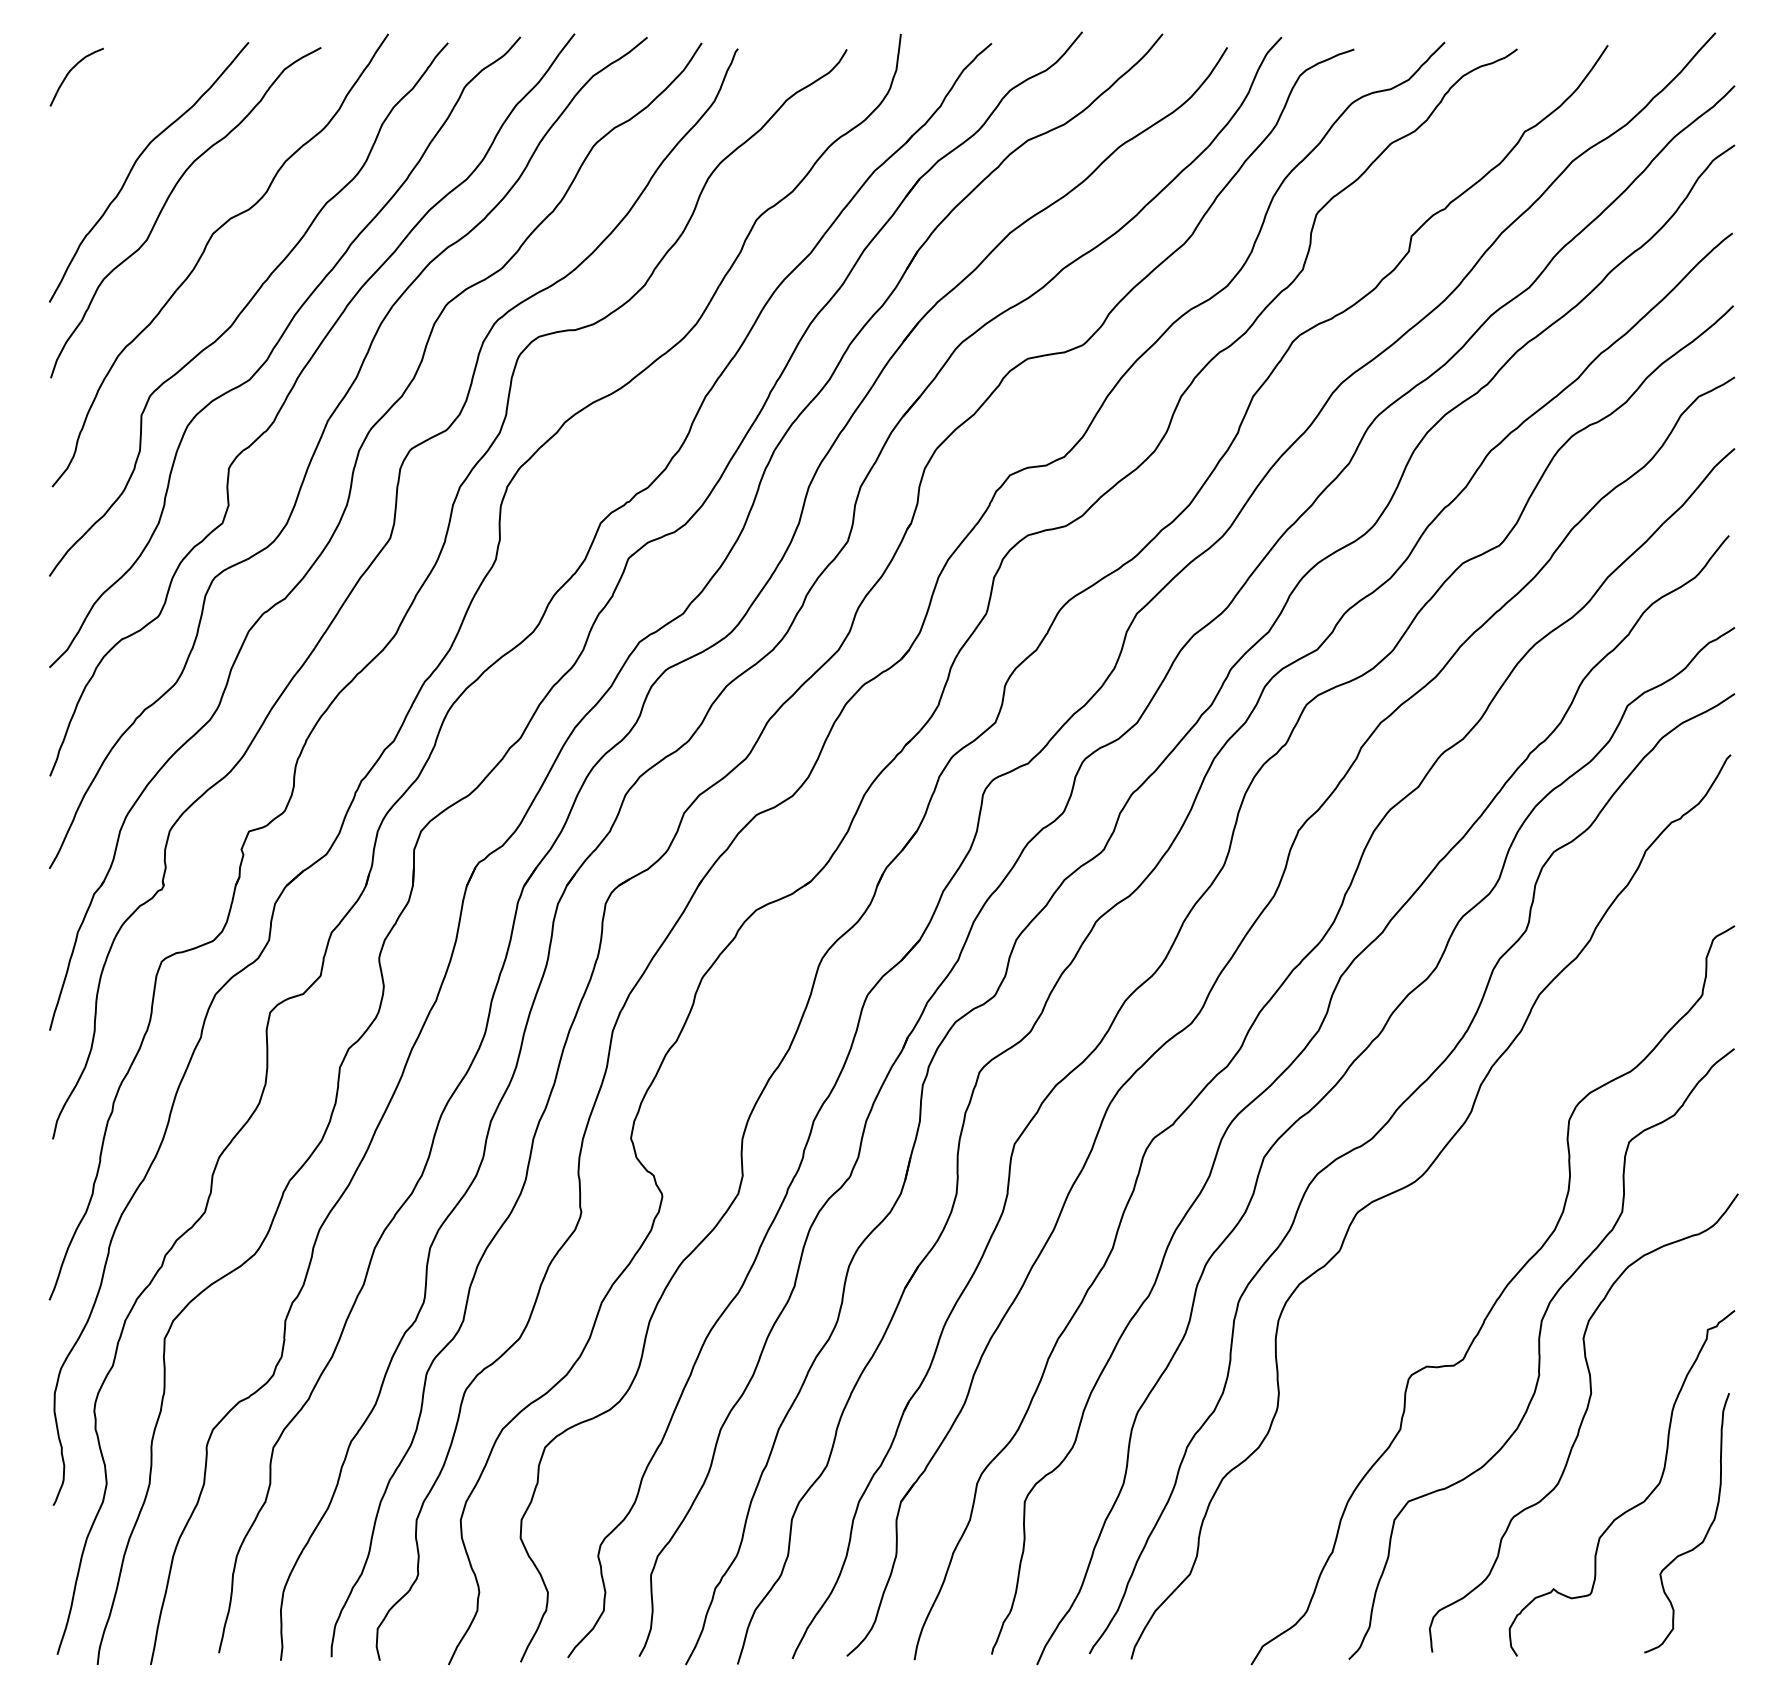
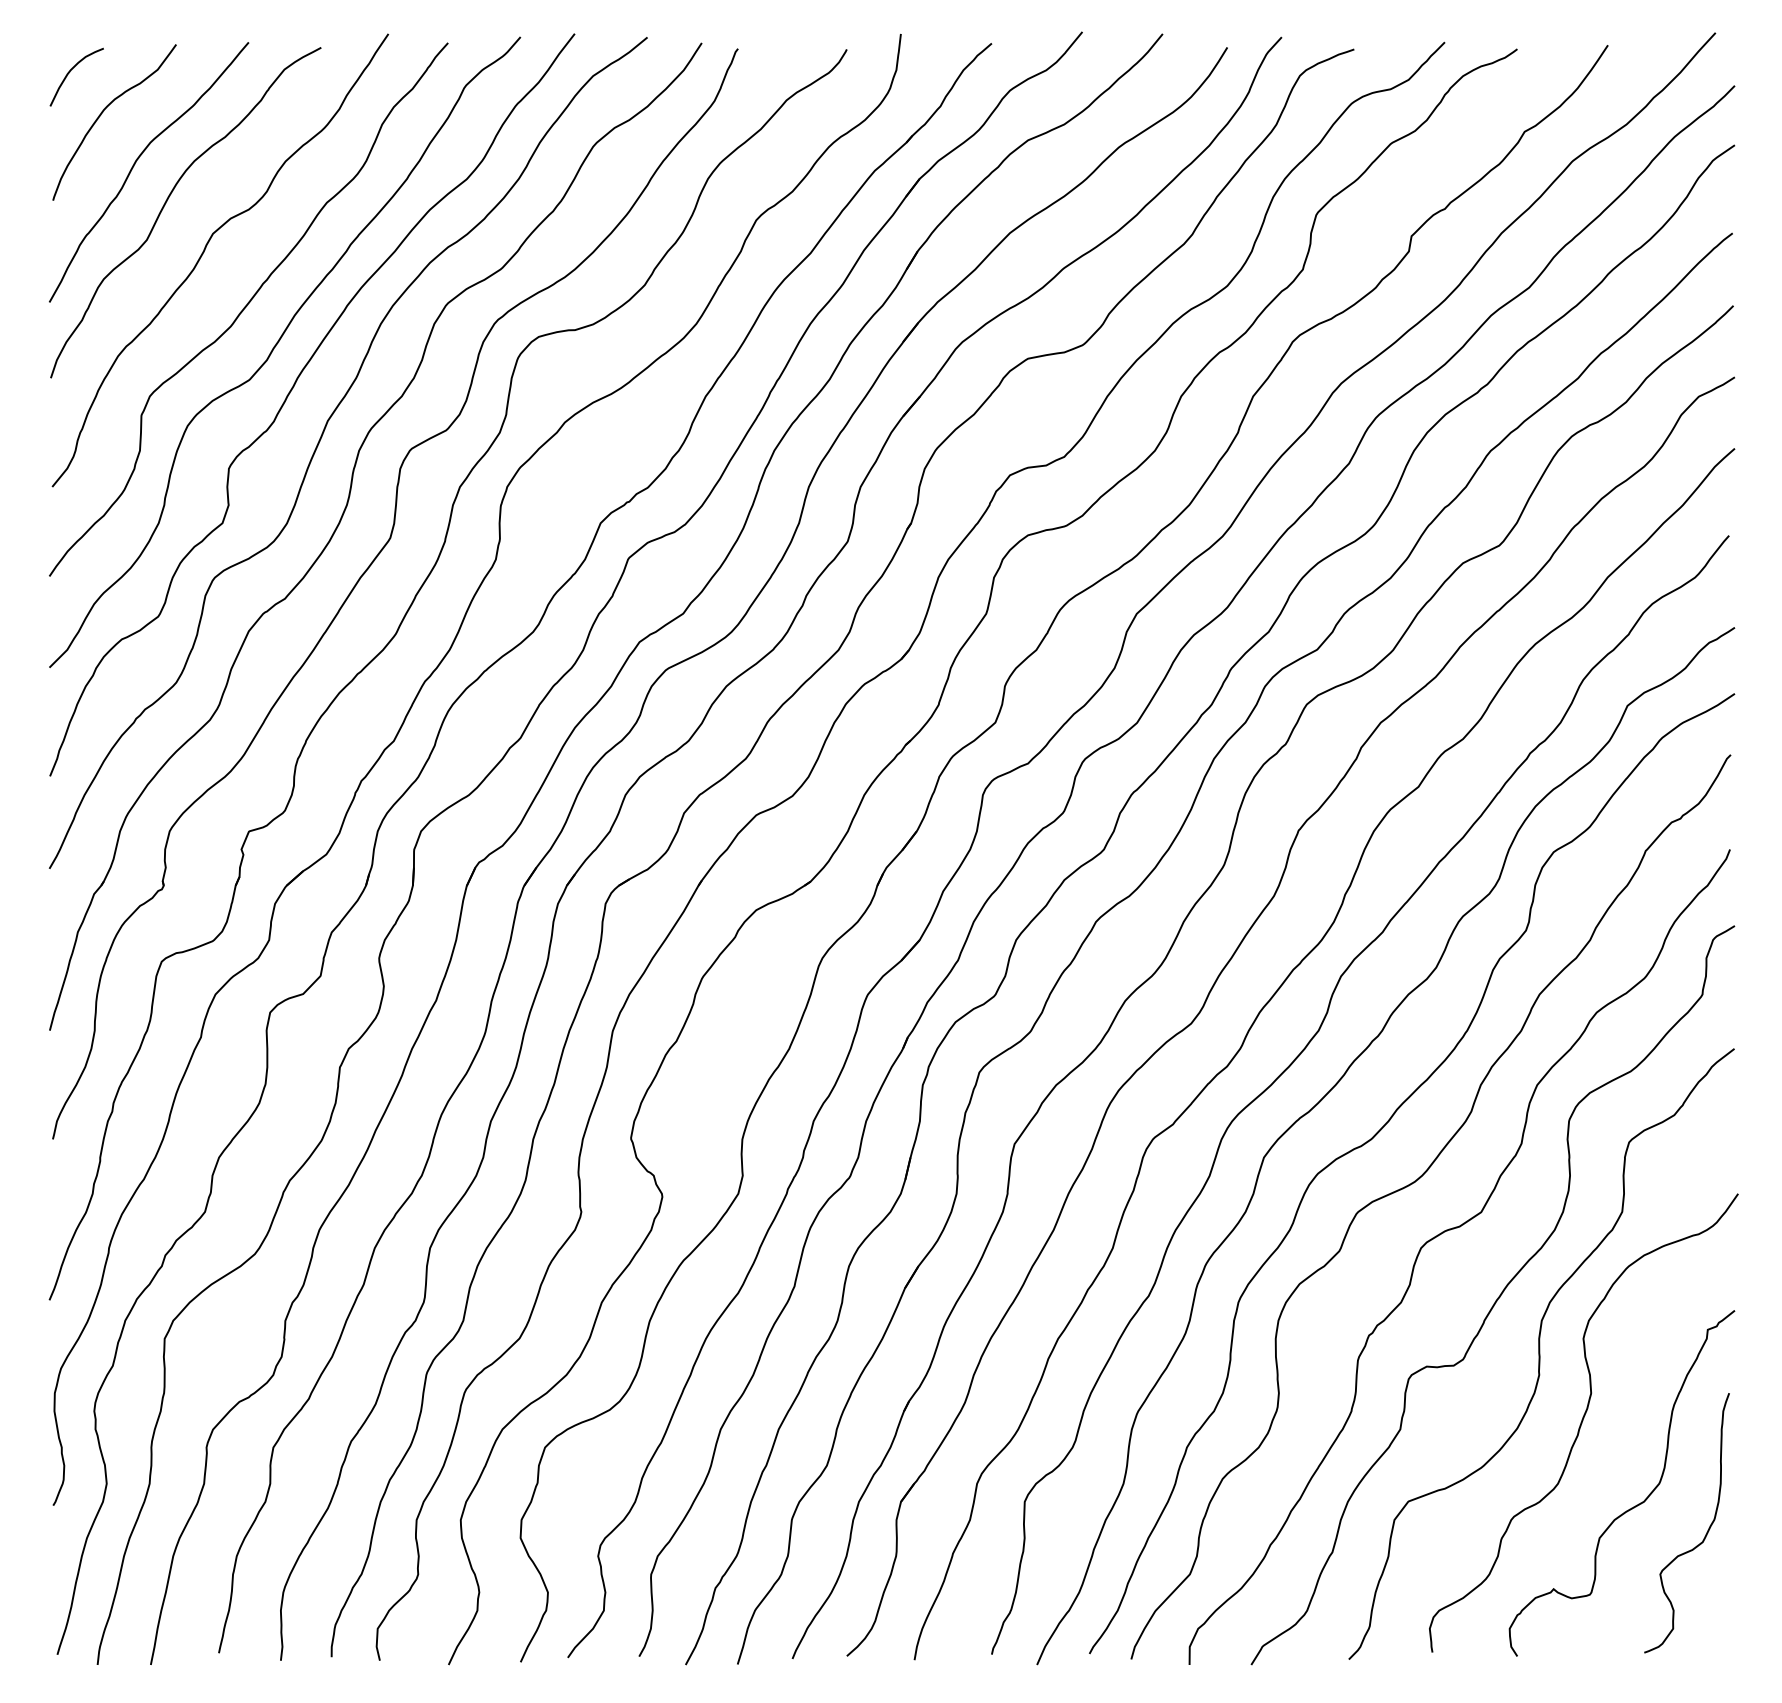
curve at (101, 115): none -> present
curve at (1454, 1229): none -> present
